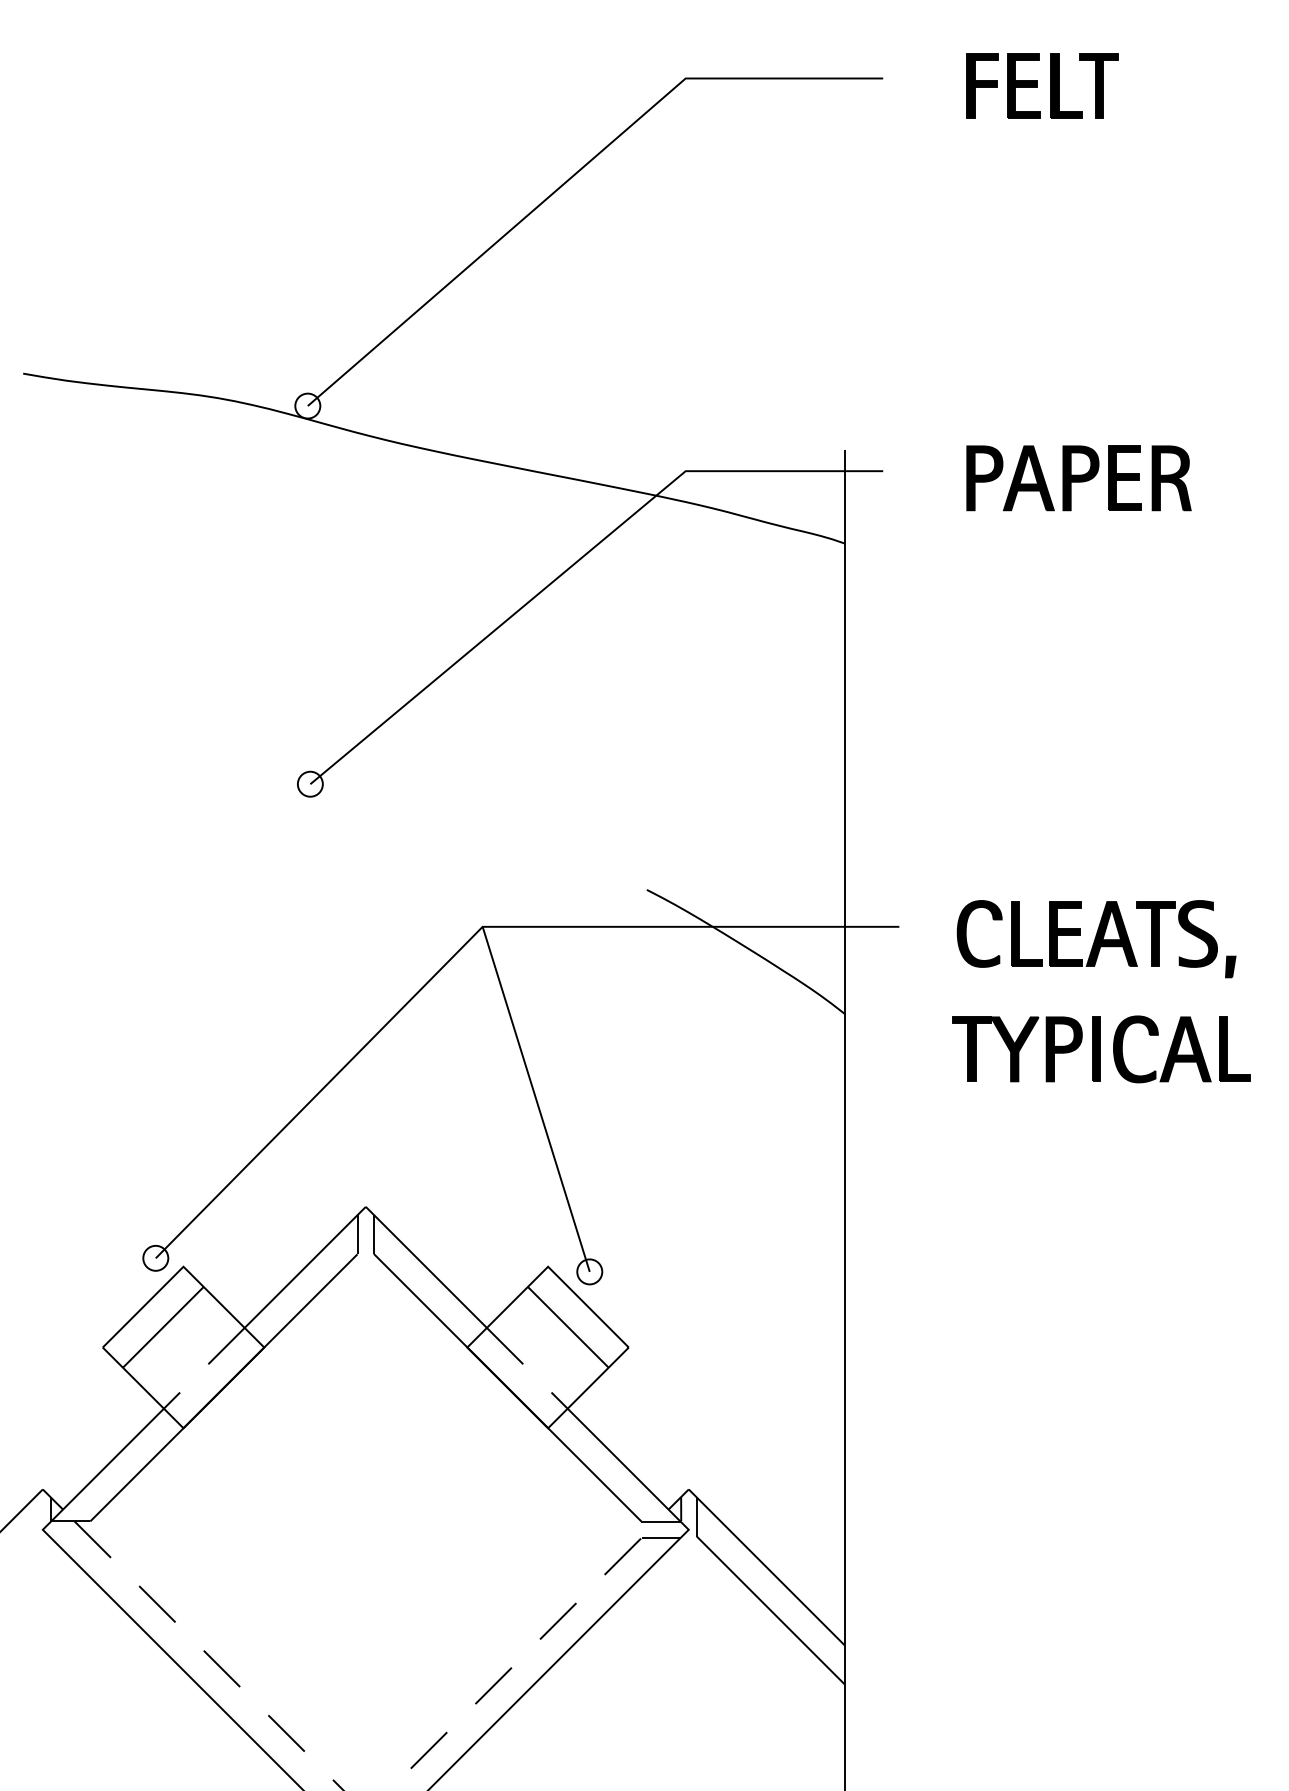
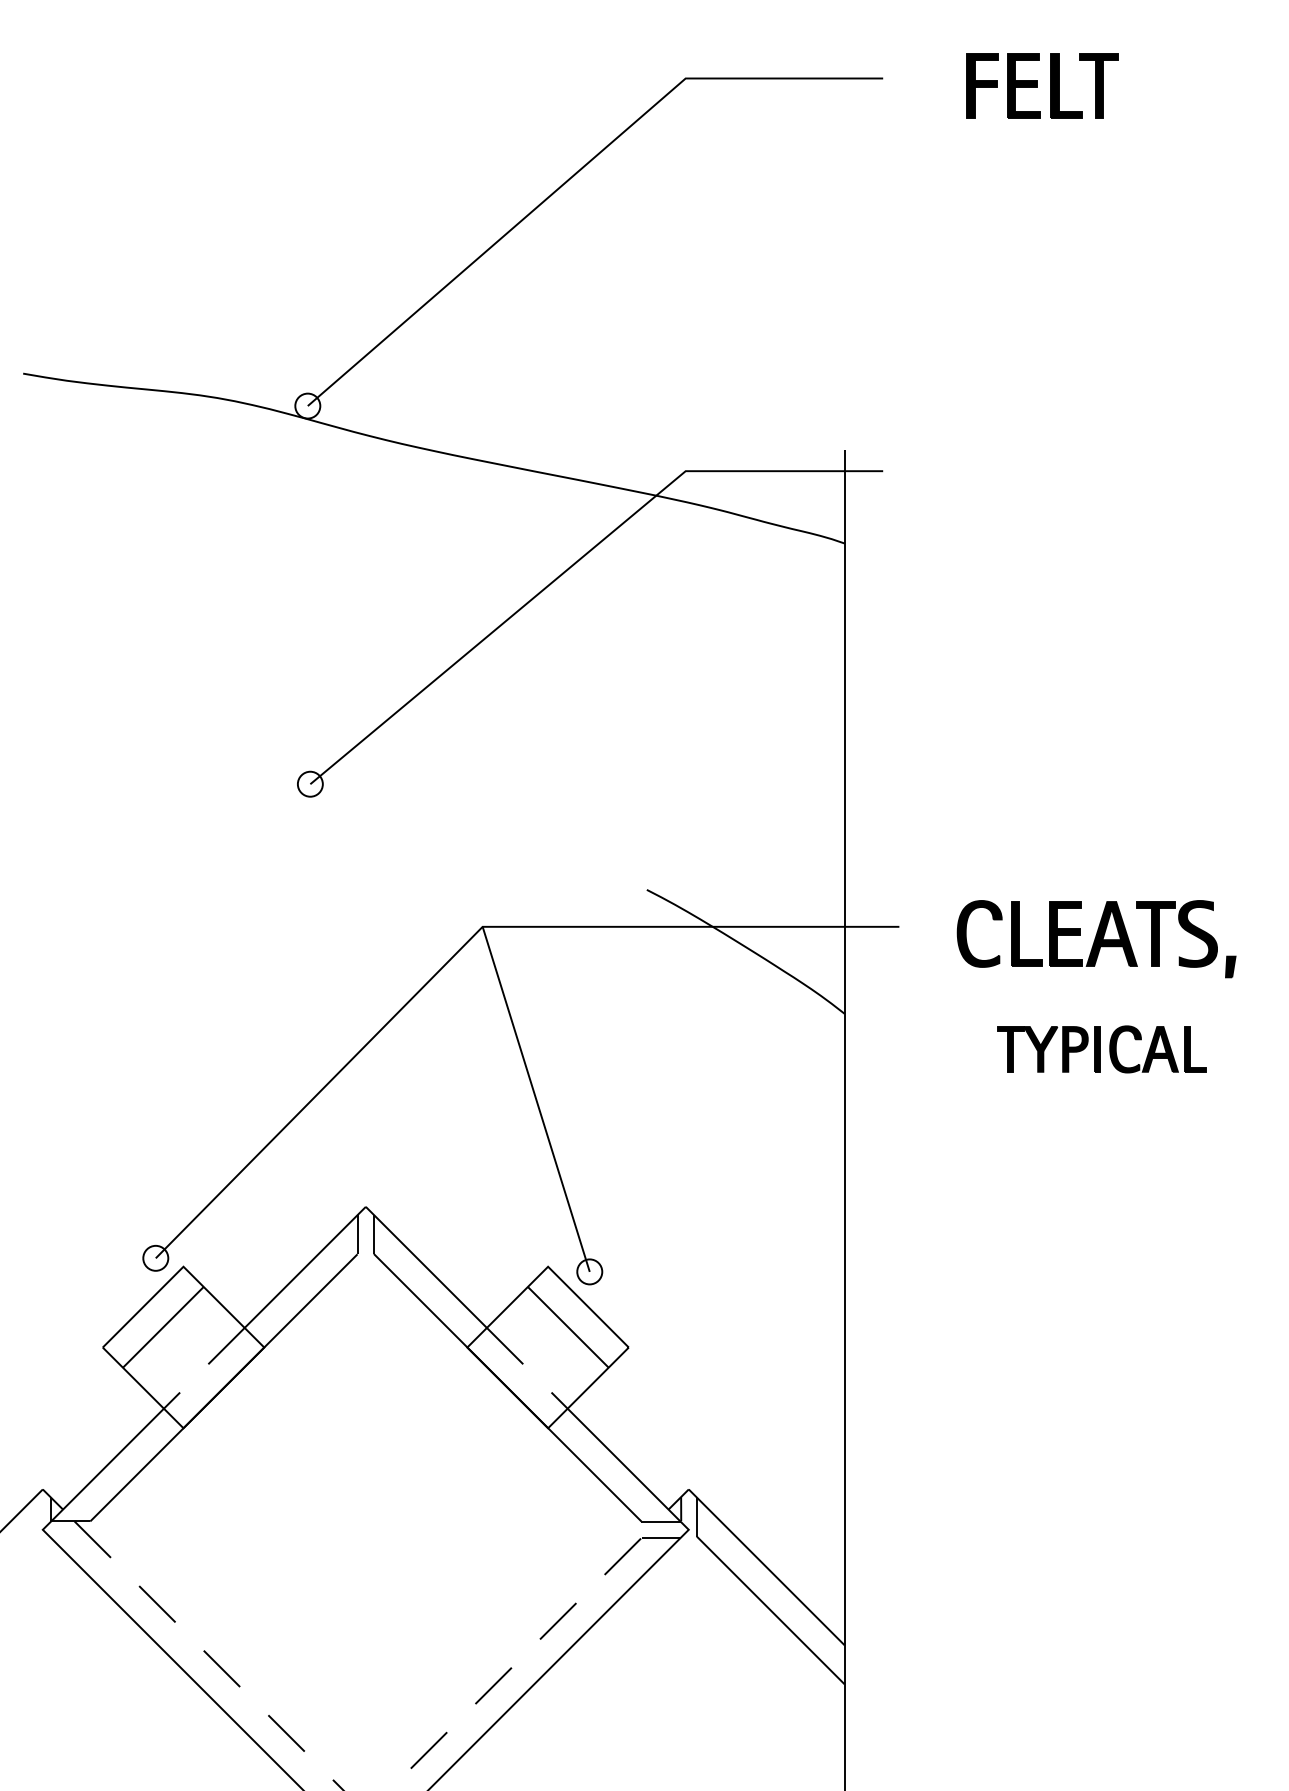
part at (1078, 478): present -> none
part at (1101, 1049) size: 299x69 px -> 210x49 px
